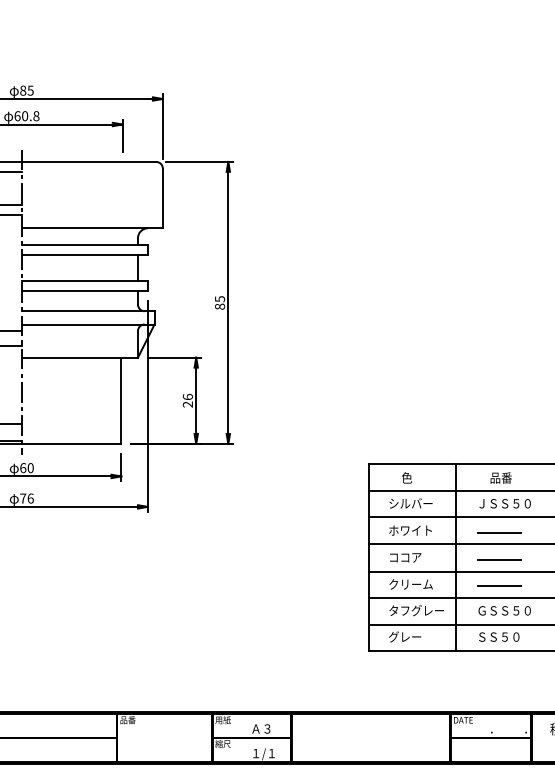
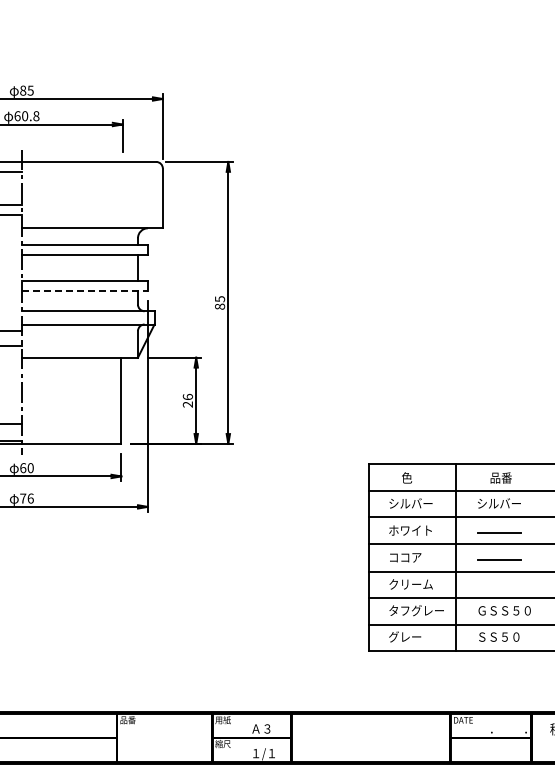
line at (85, 291): solid -> dashed
text at (504, 503): ＪＳＳ５０ -> シルバー
line at (499, 586): present -> none
